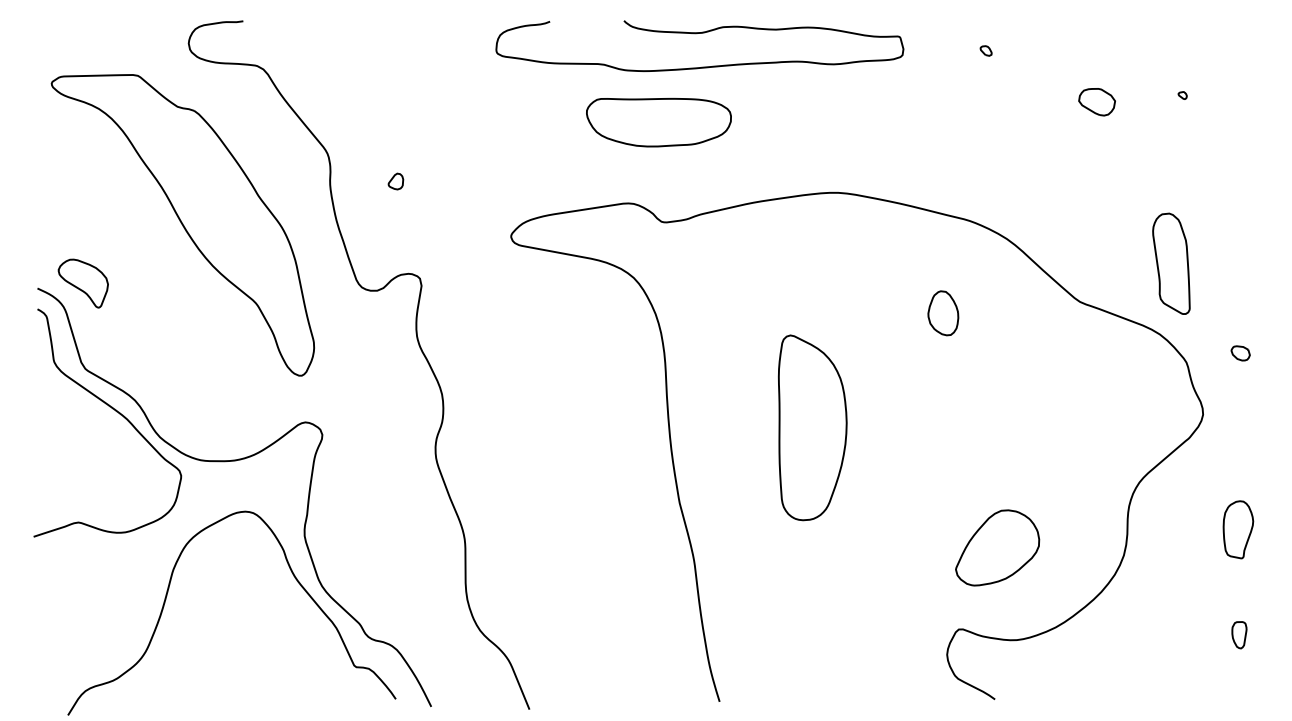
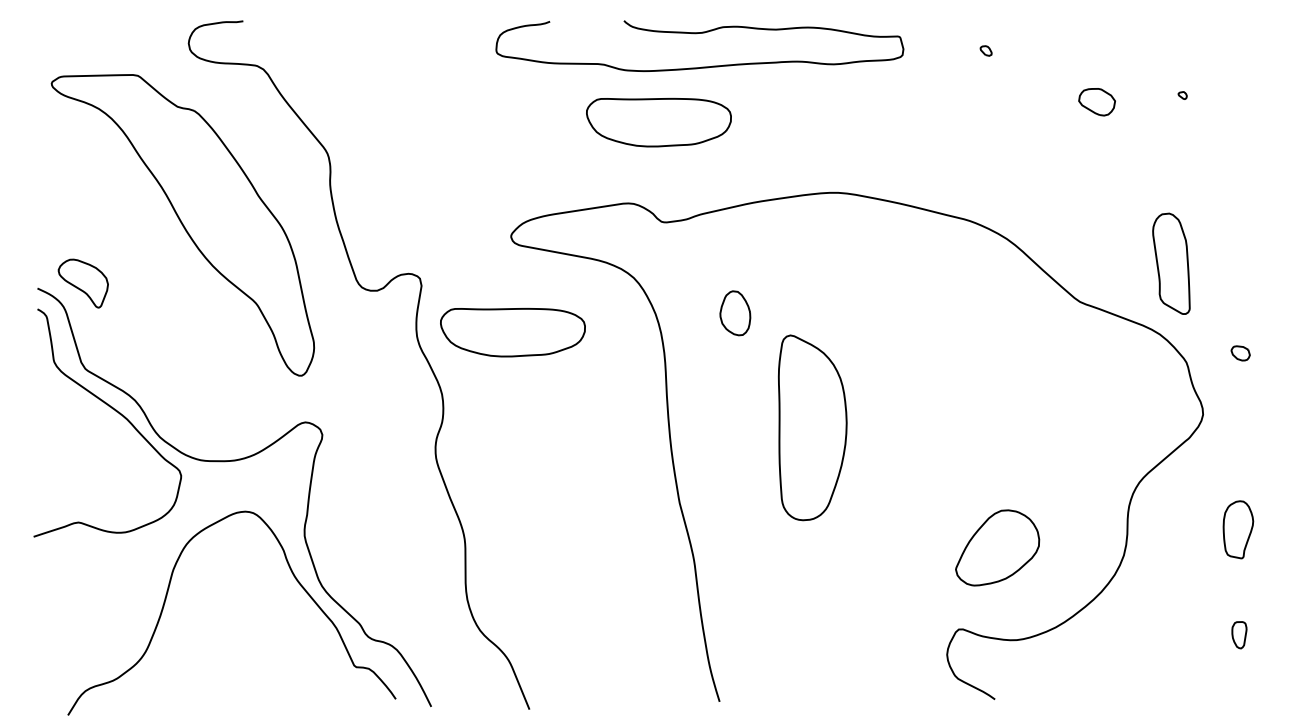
part at (395, 181): present -> none
part at (943, 313) position: (943, 313) -> (735, 313)
part at (512, 332): none -> present
